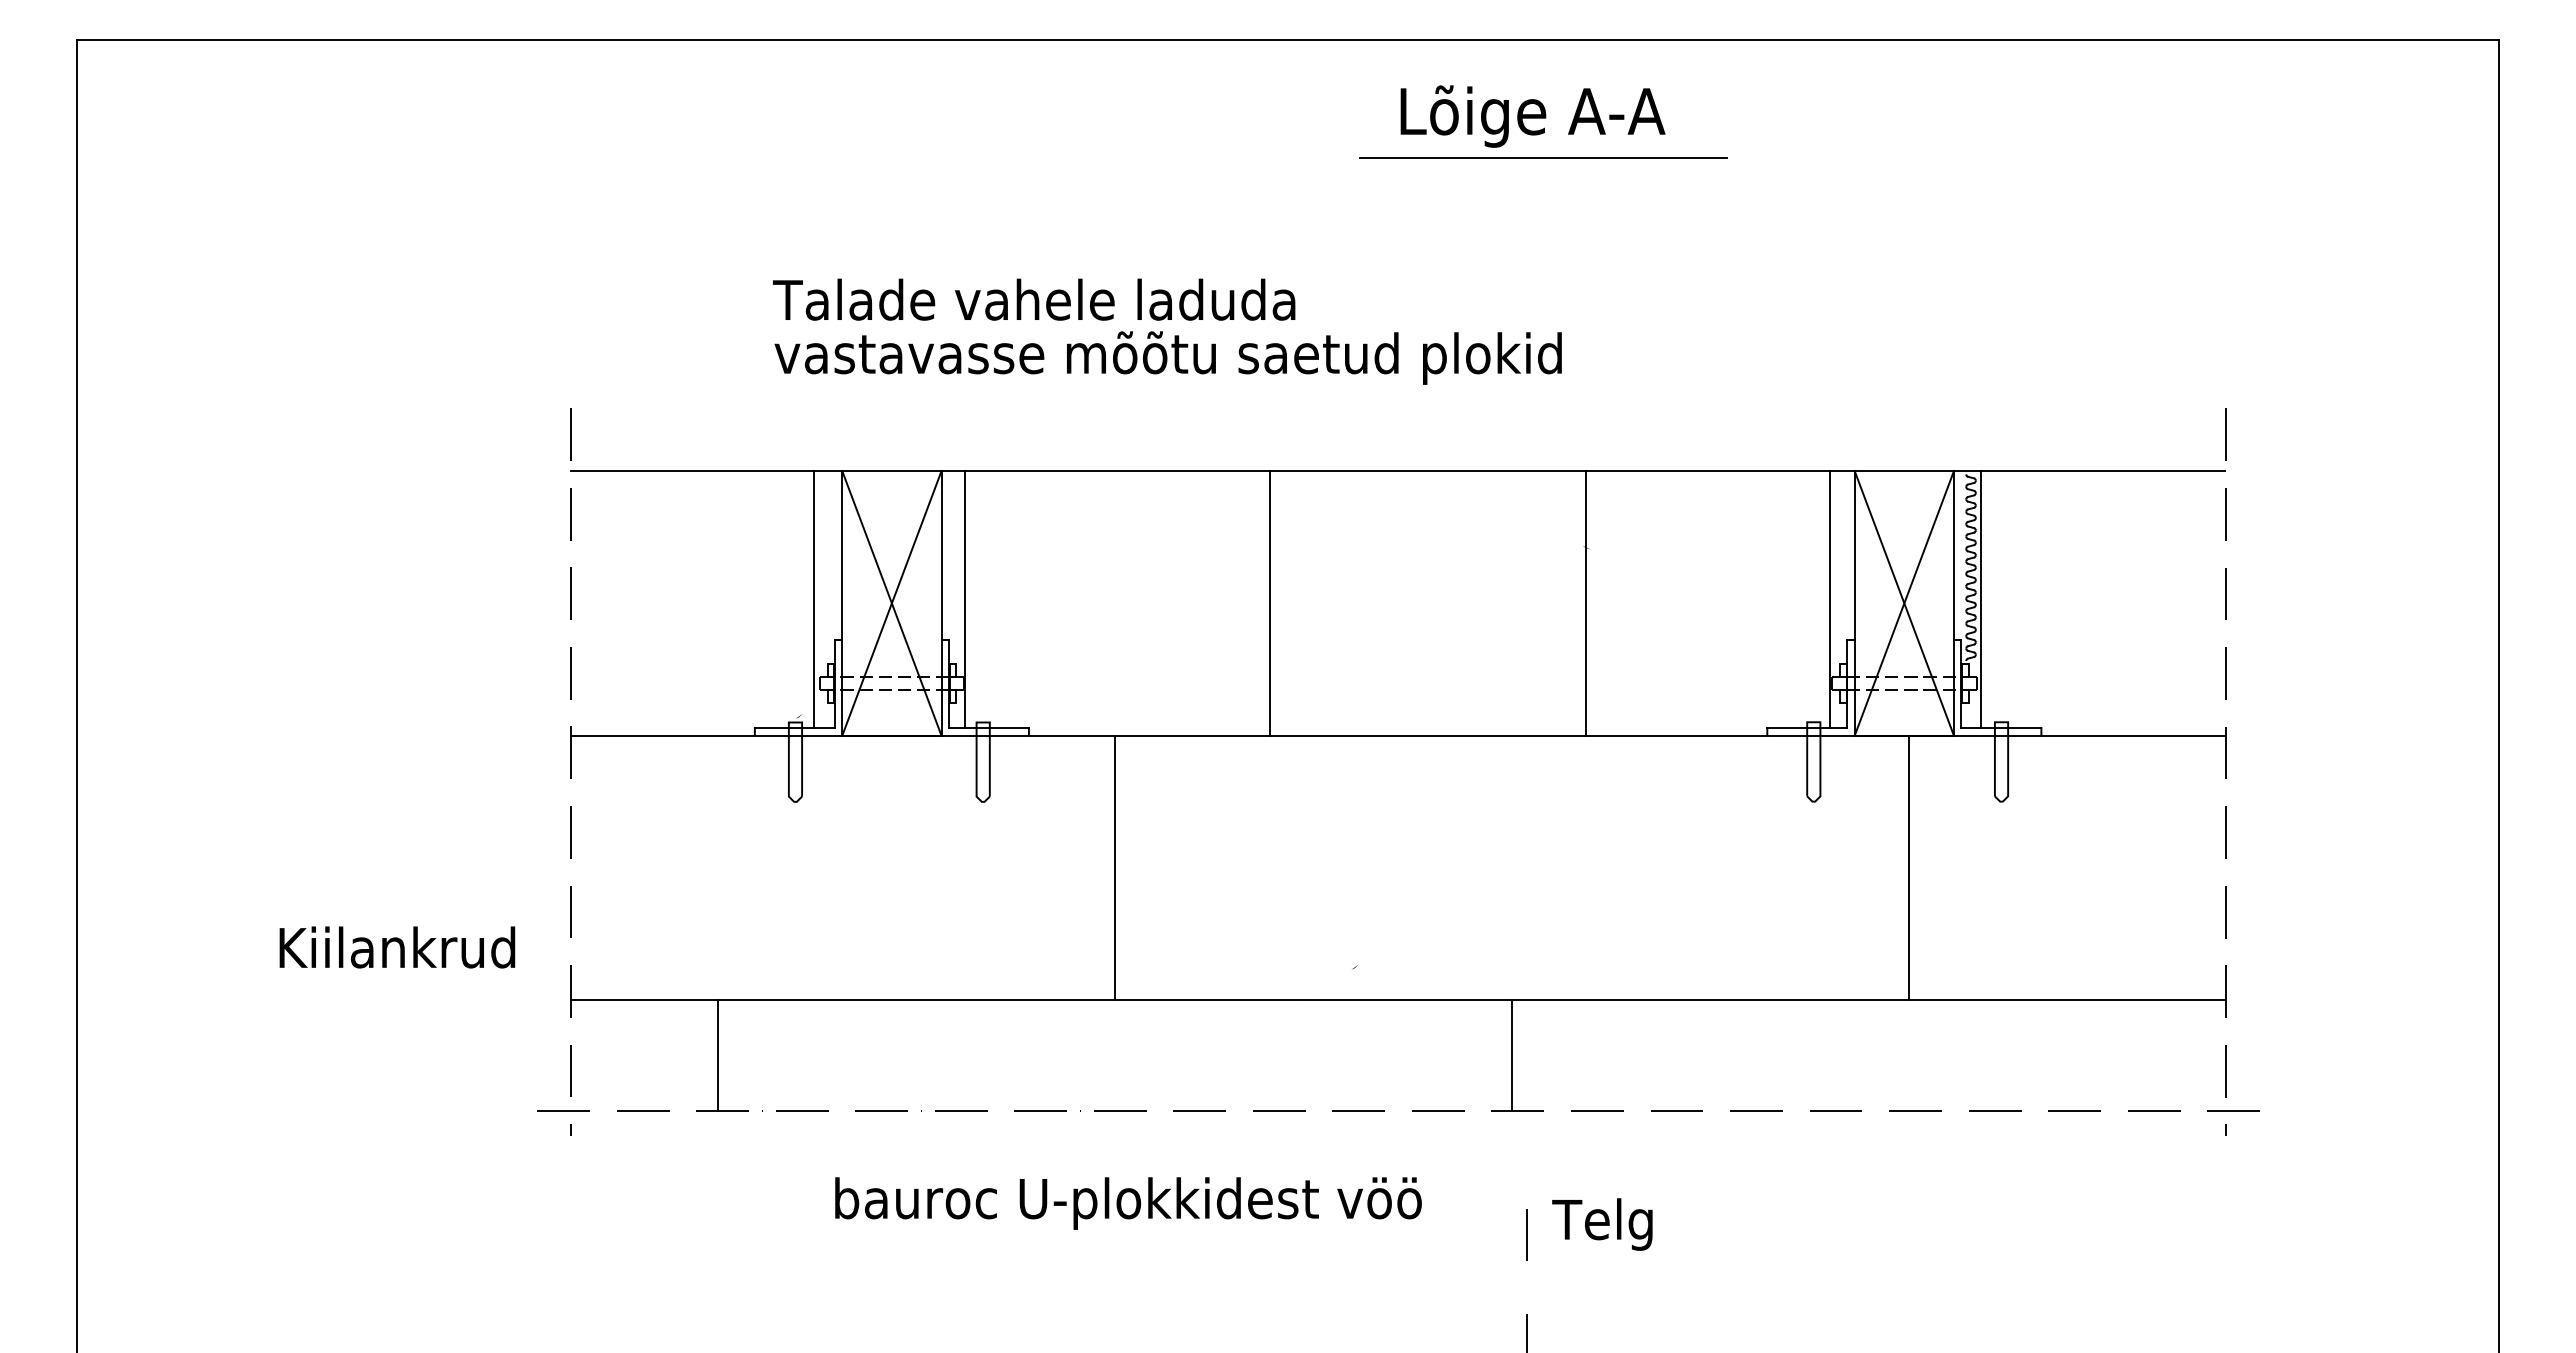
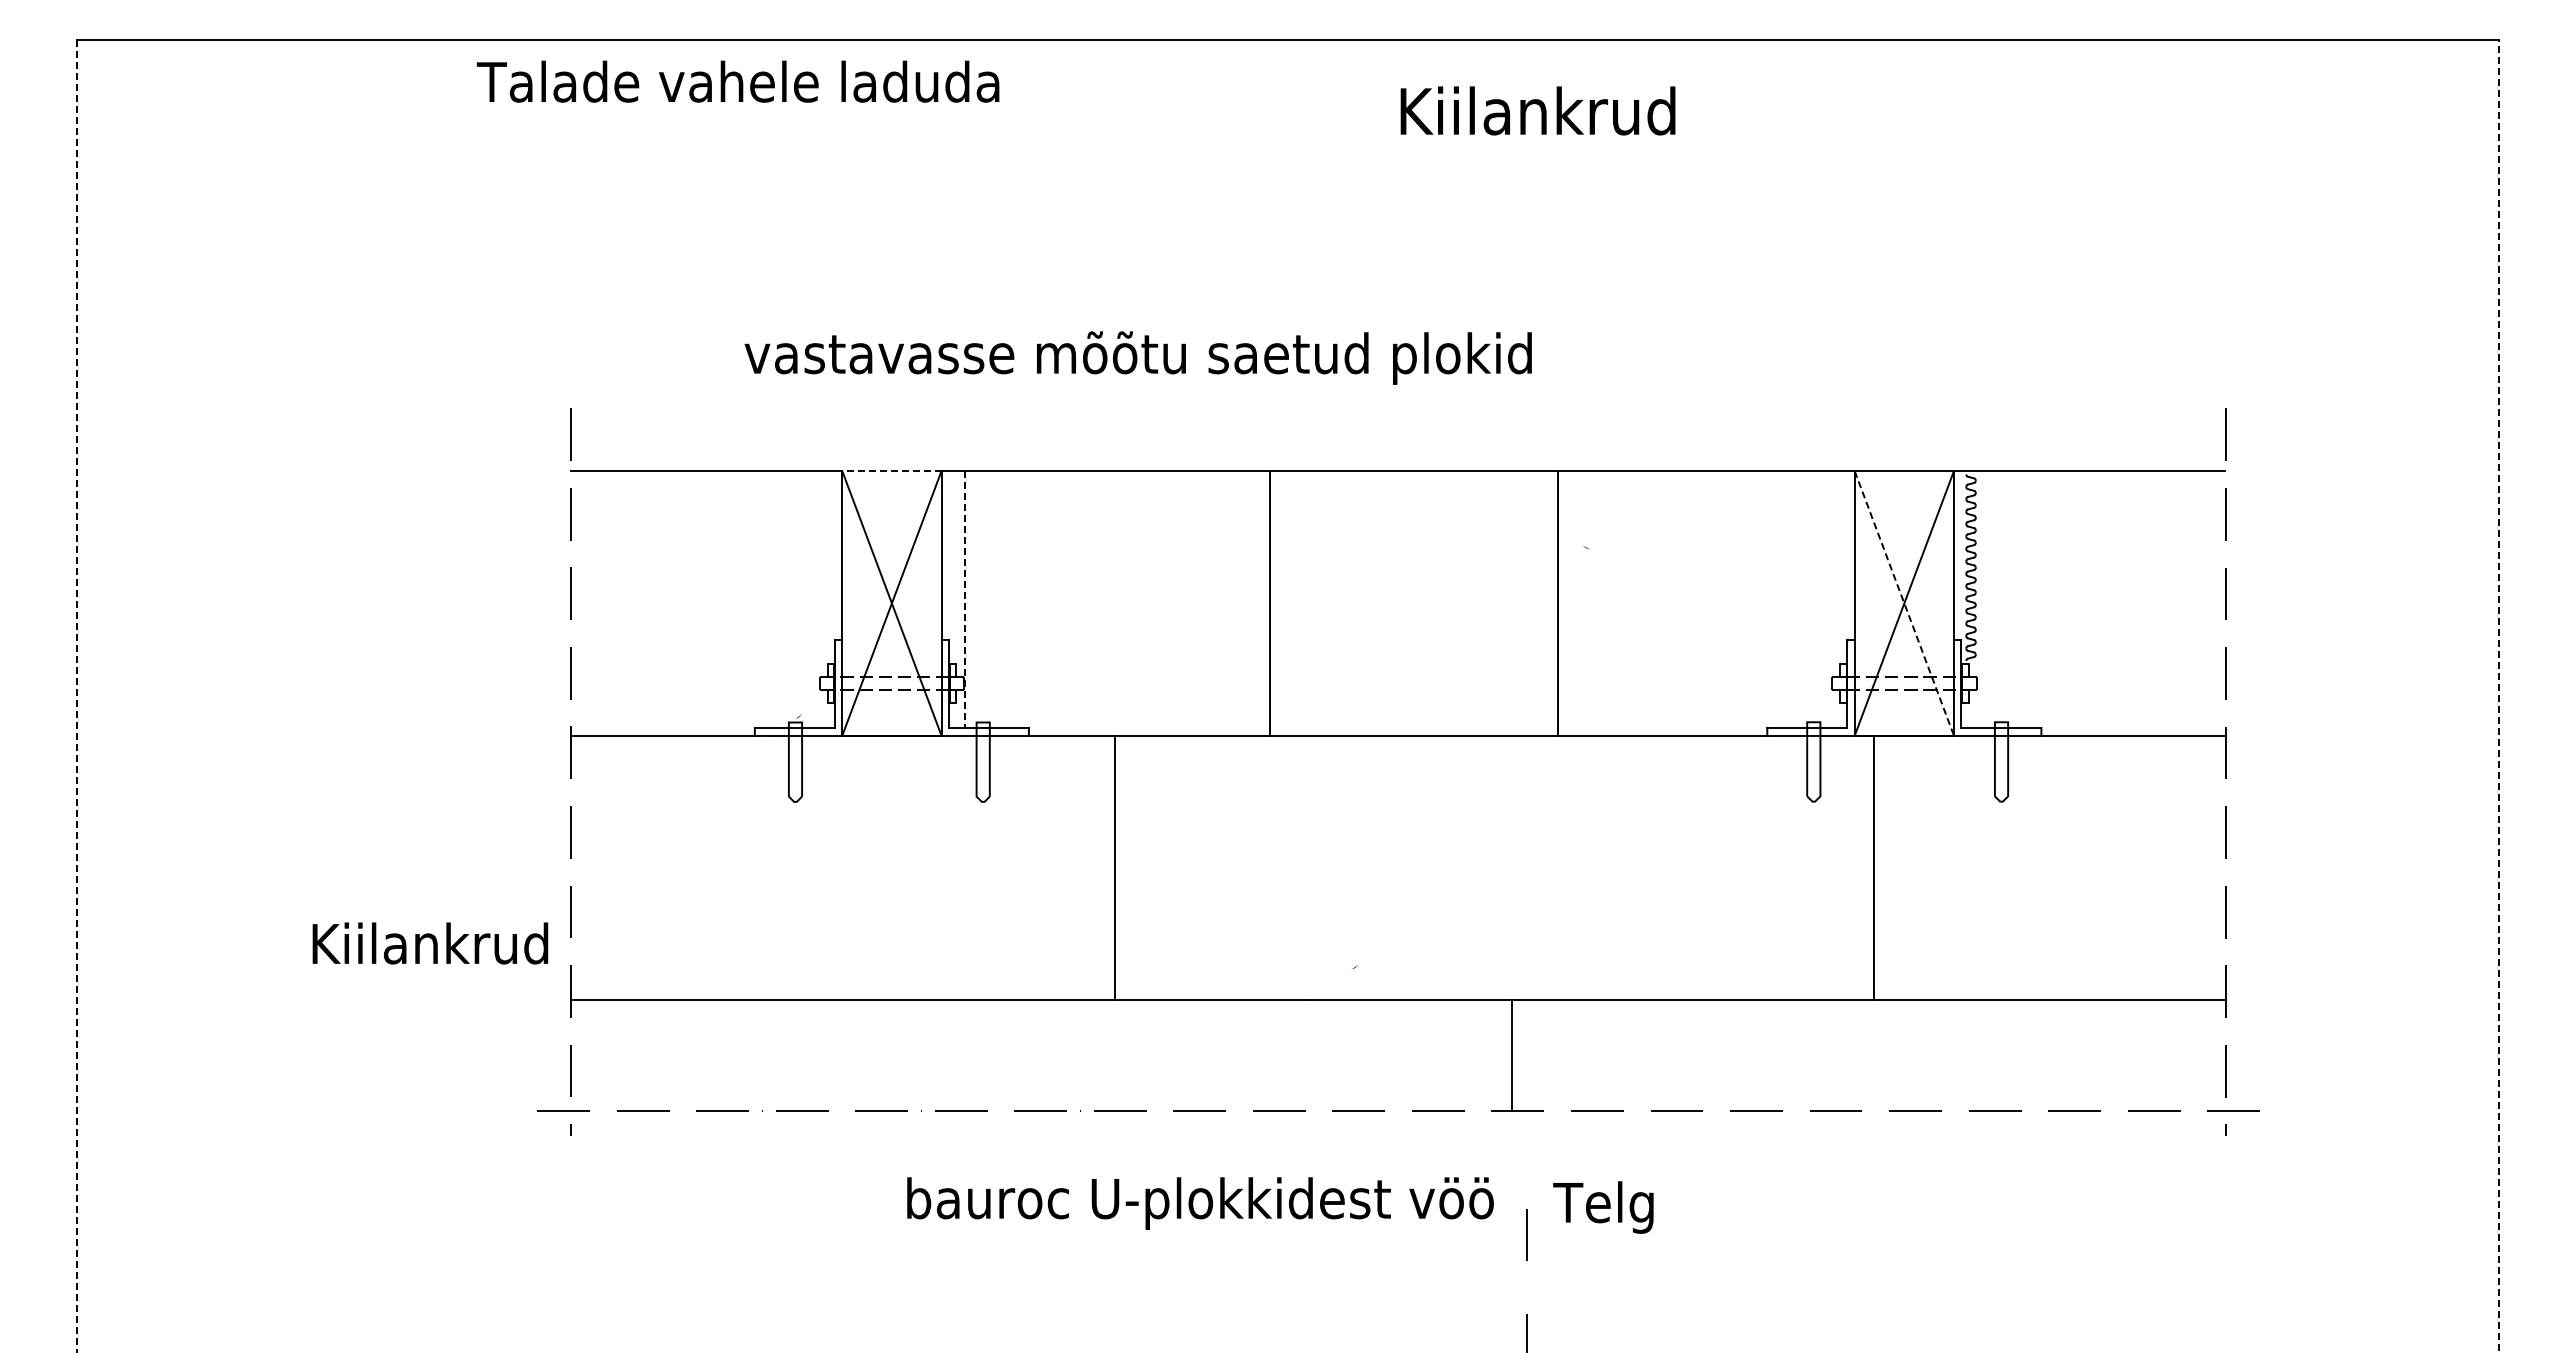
text at (1540, 116): Lõige A-A -> Kiilankrud
line at (1542, 157): present -> none
text at (1033, 299) position: (1033, 299) -> (737, 81)
text at (1167, 357) position: (1167, 357) -> (1137, 357)
line at (891, 471): solid -> dashed
line at (813, 599): present -> none
line at (1829, 599): present -> none
line at (1981, 599): present -> none
line at (965, 600): solid -> dashed
line at (1586, 603) position: (1586, 603) -> (1558, 603)
line at (1904, 603): solid -> dashed
line at (77, 696): solid -> dashed
line at (2498, 696): solid -> dashed
line at (1909, 867) position: (1909, 867) -> (1874, 867)
text at (397, 947) position: (397, 947) -> (430, 943)
line at (718, 1055): present -> none
text at (1128, 1203) position: (1128, 1203) -> (1200, 1203)
text at (1602, 1224) position: (1602, 1224) -> (1603, 1207)
